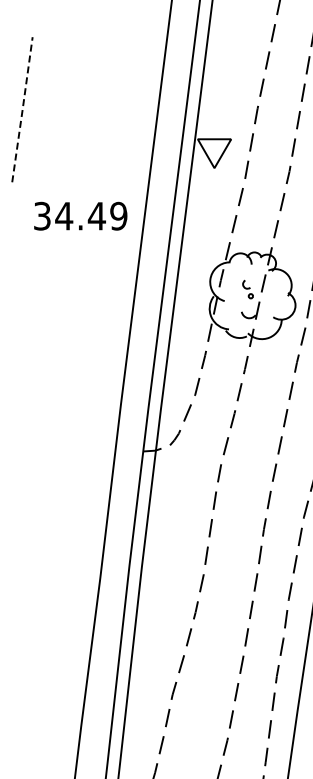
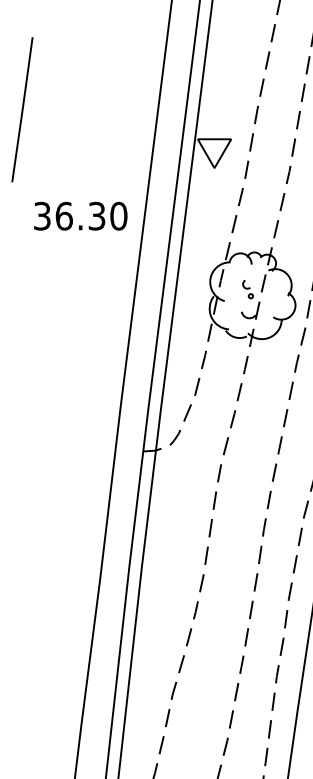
line at (22, 109): dashed -> solid
text at (91, 215): 34.49 -> 36.30
